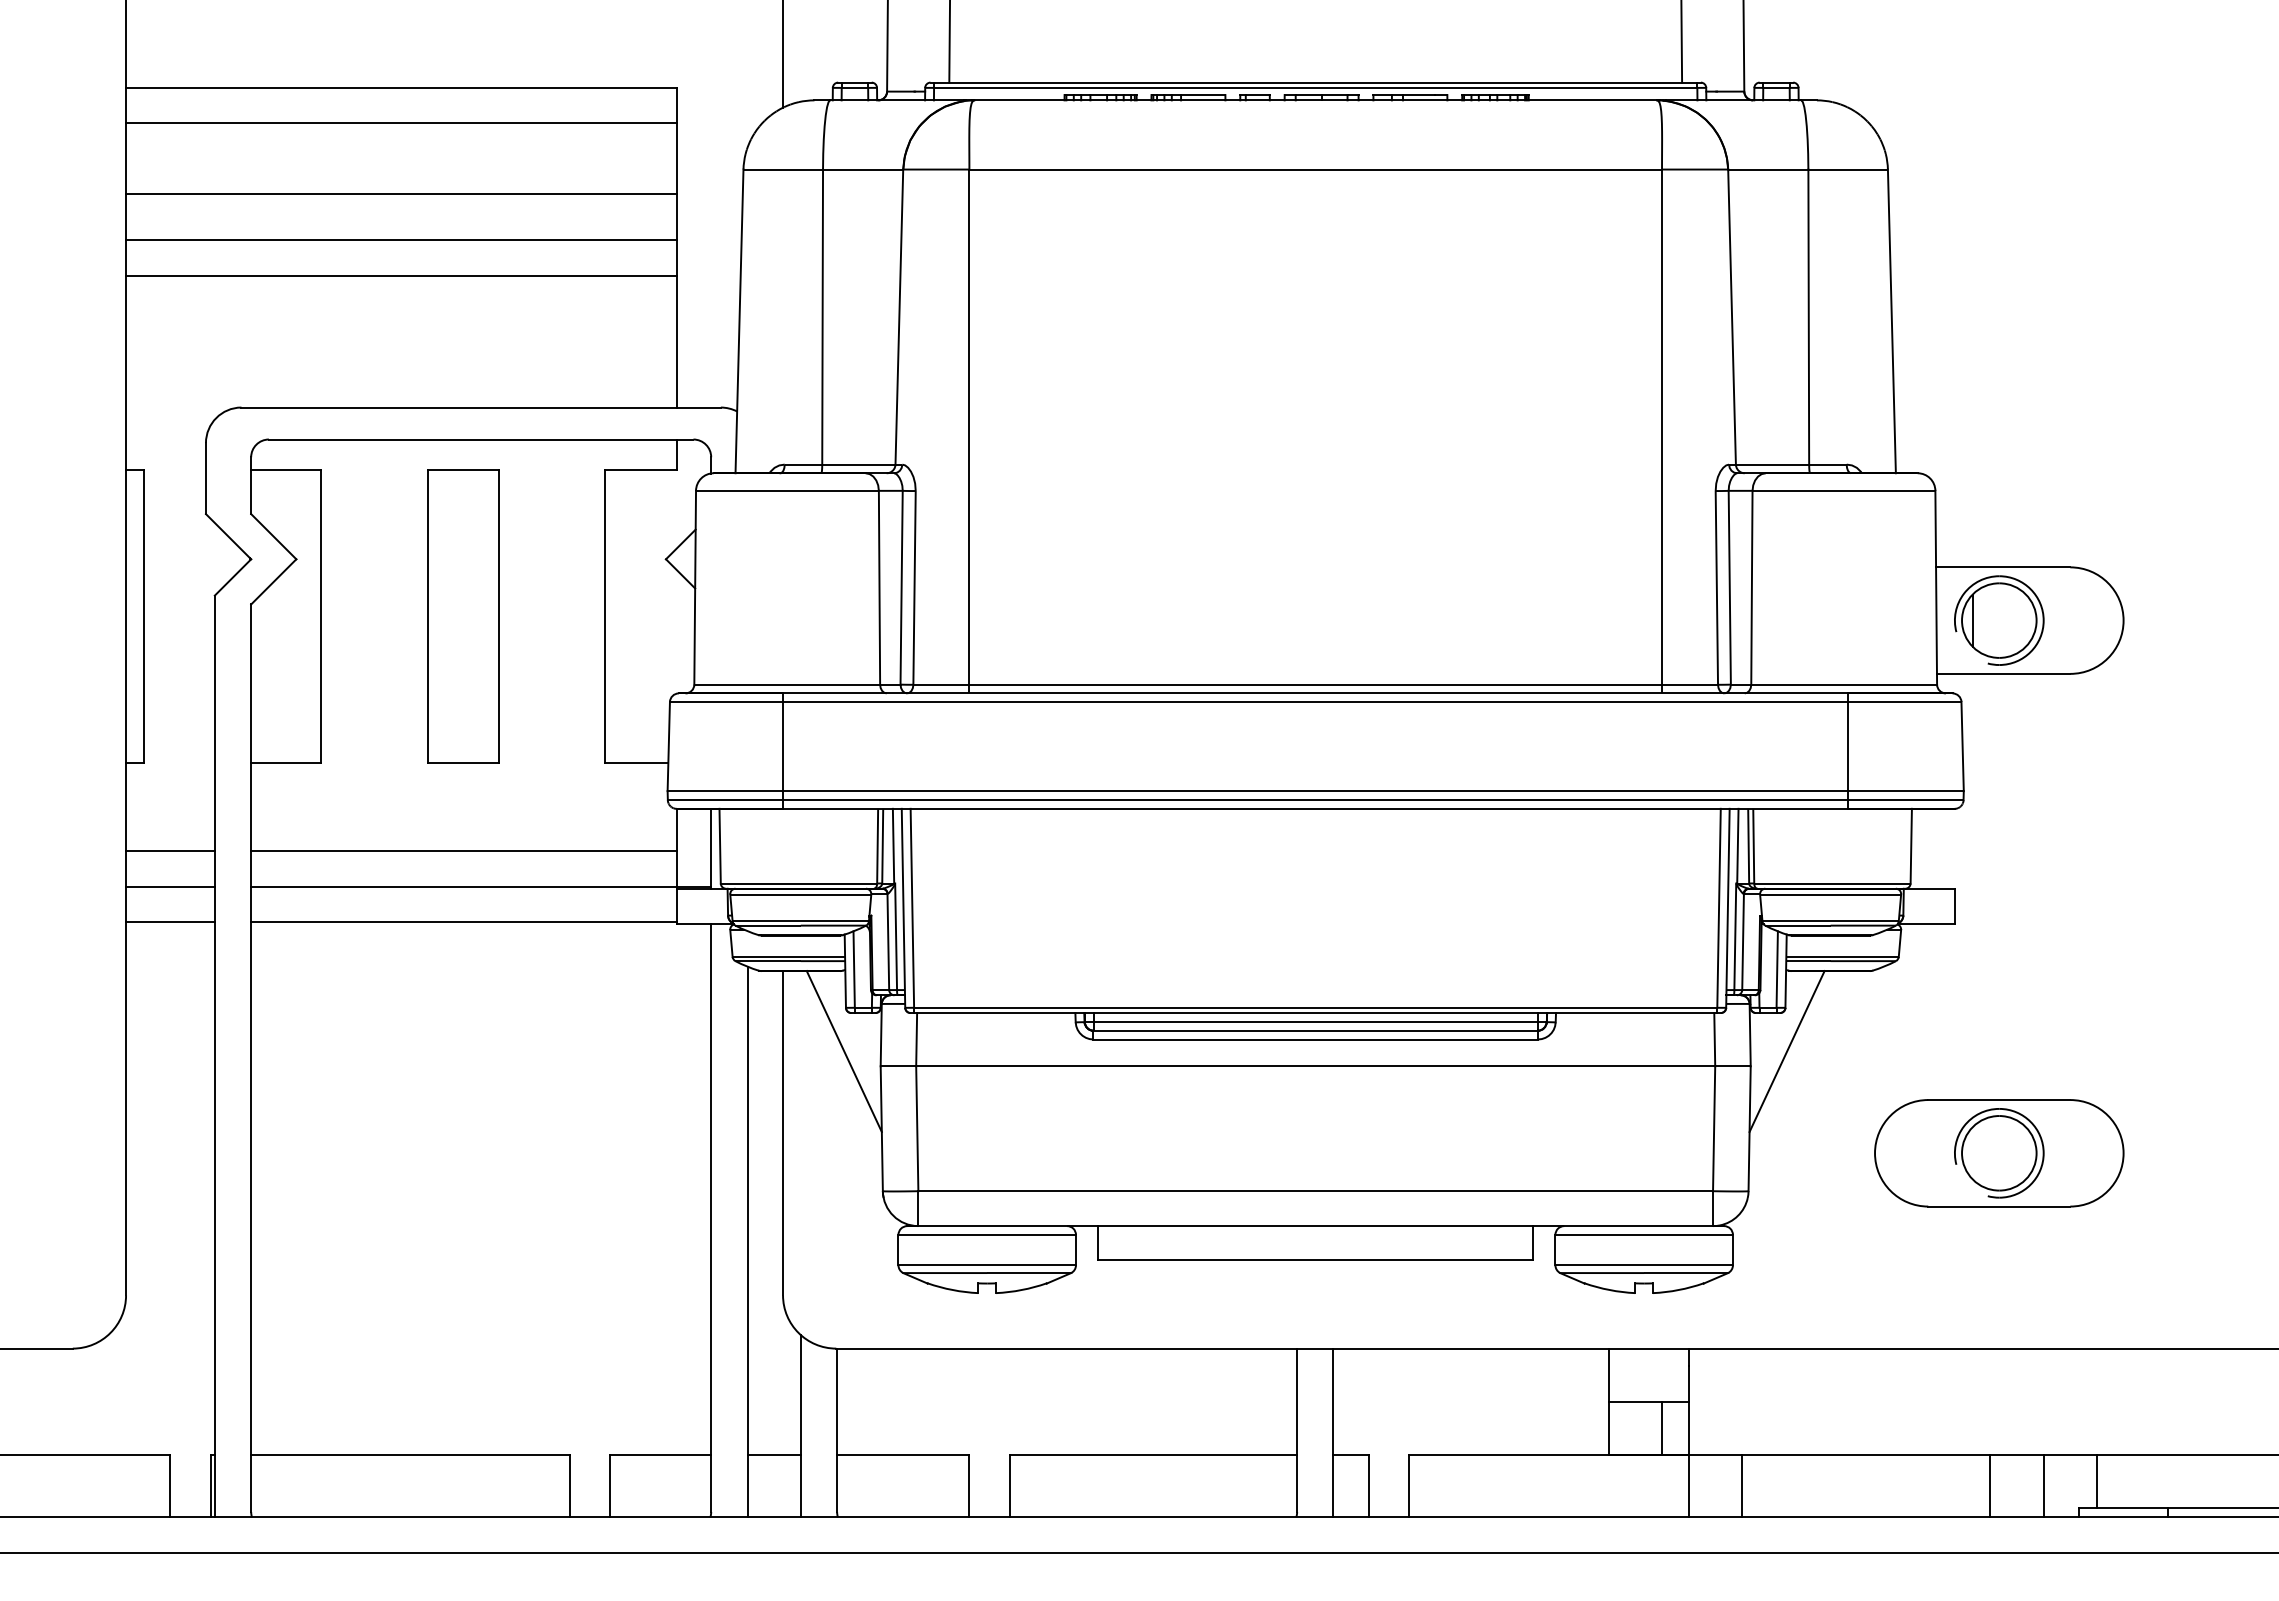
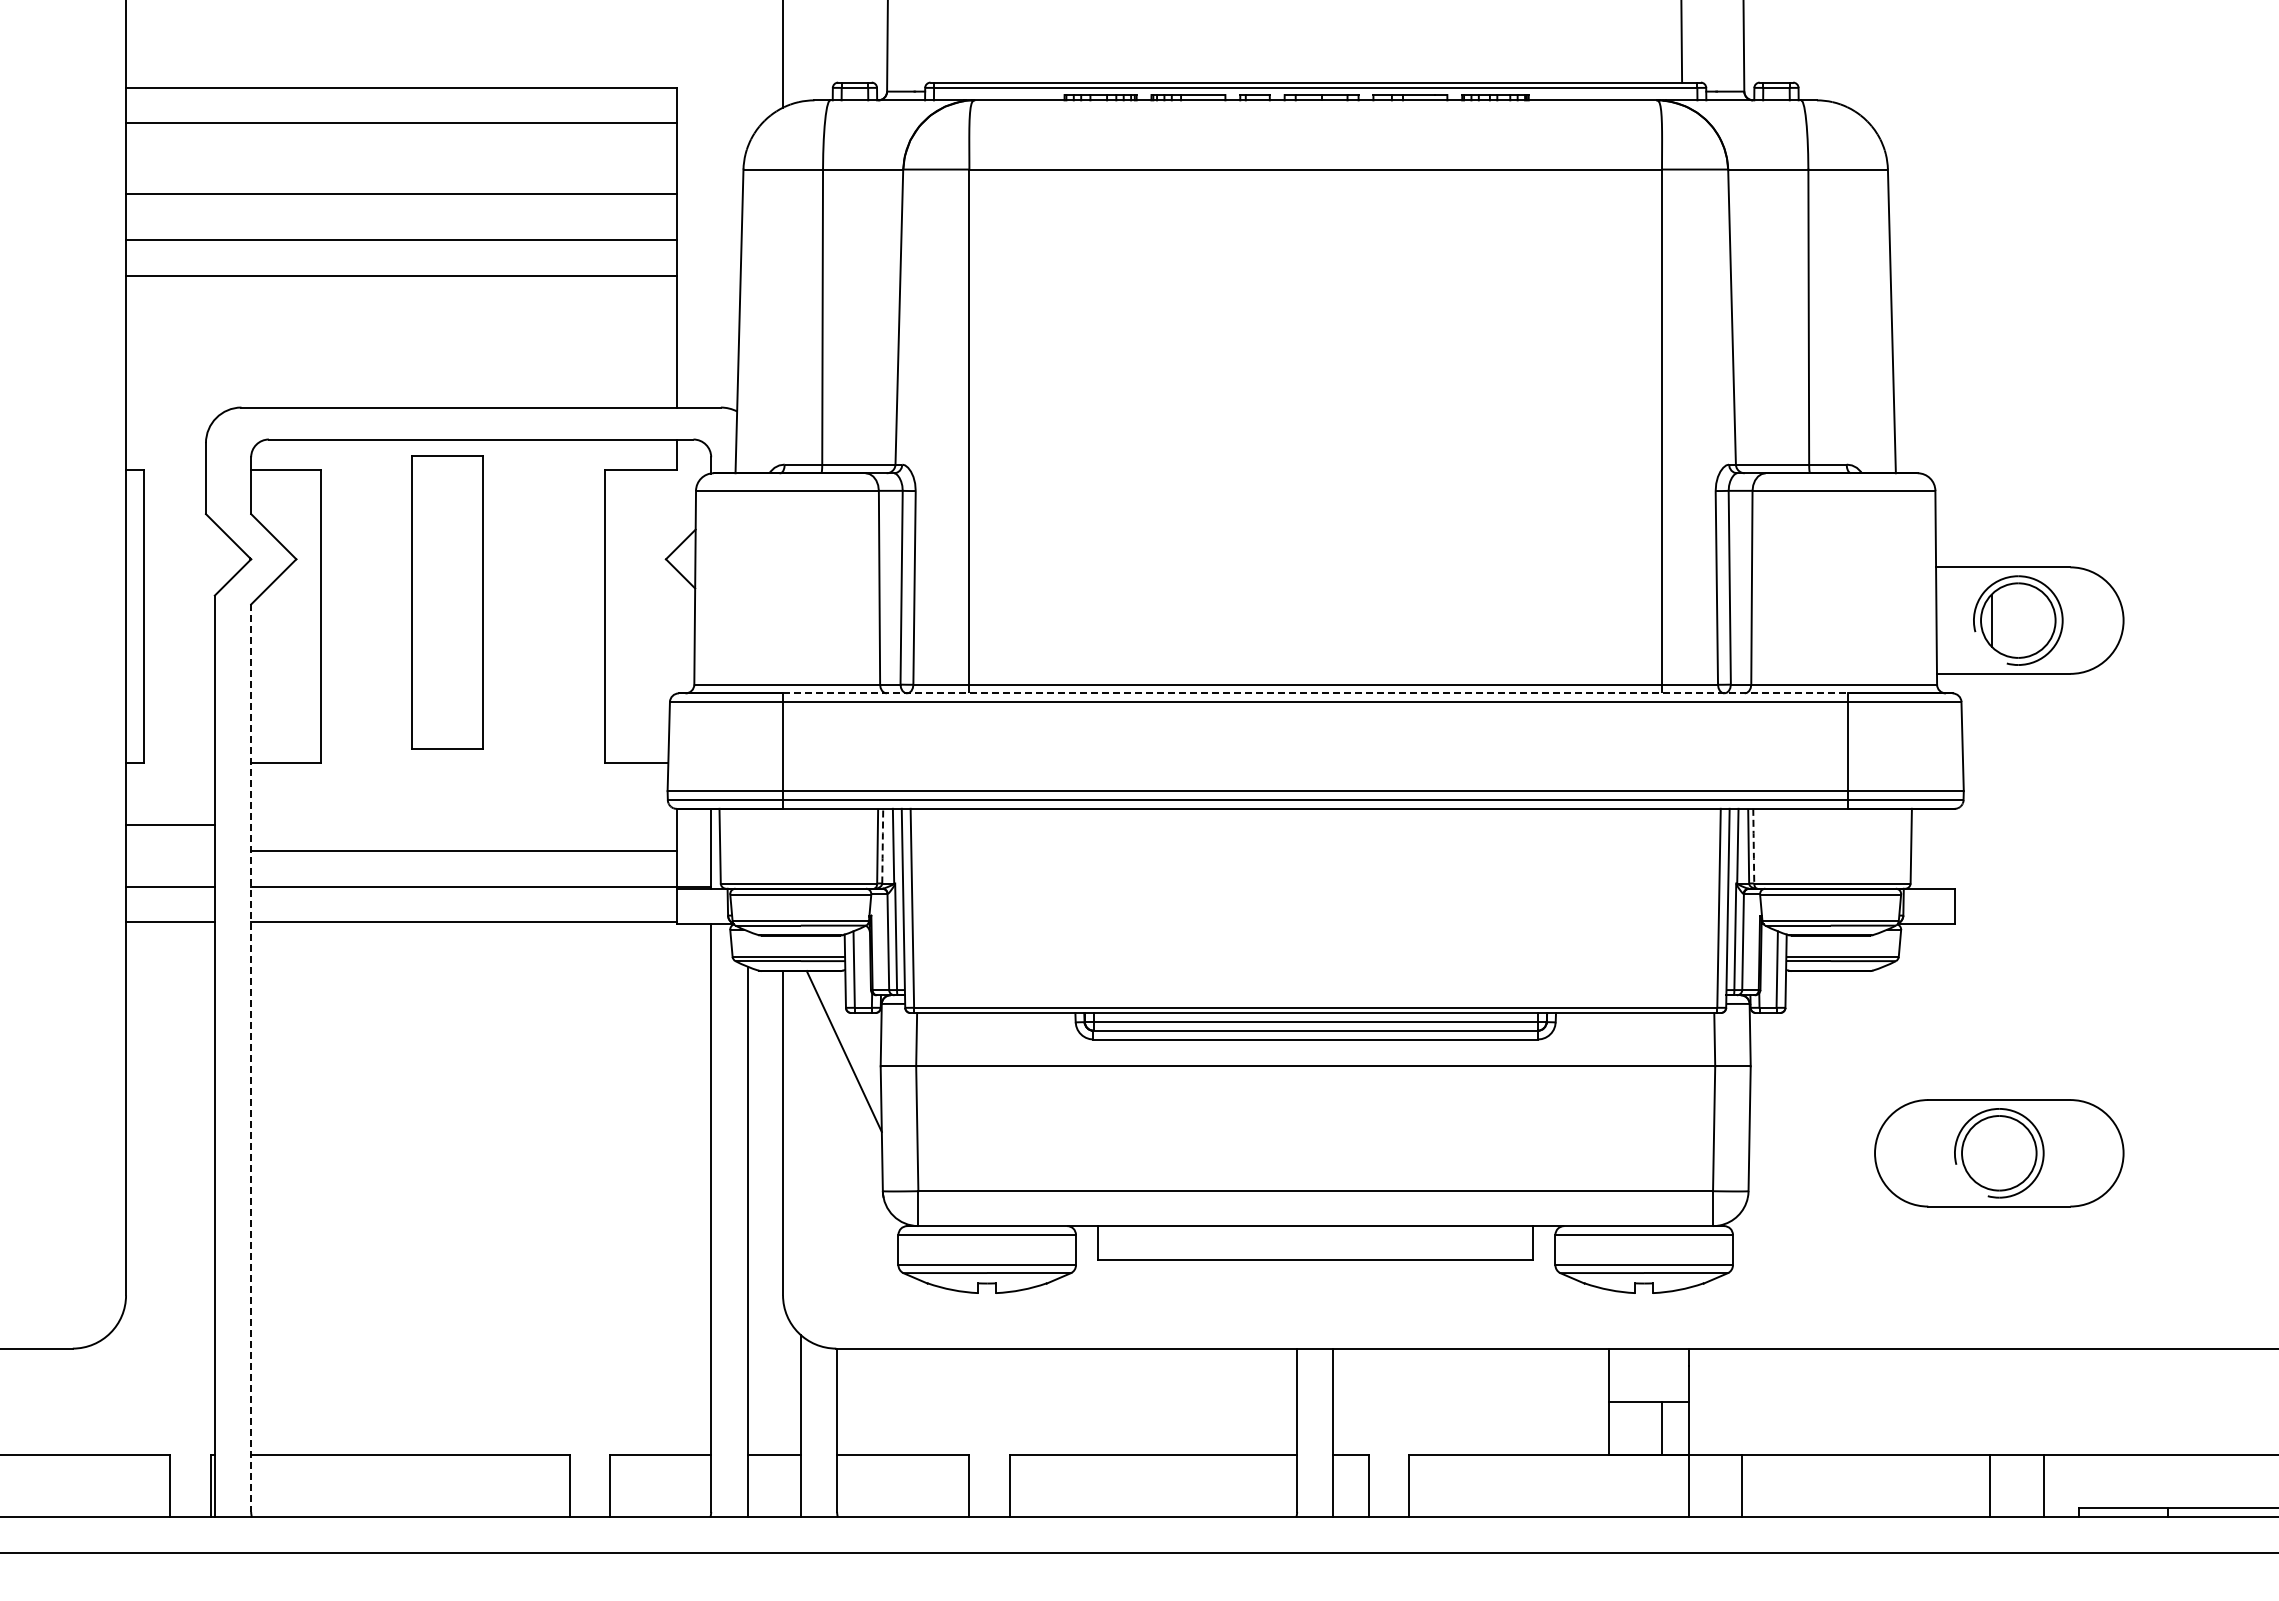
line at (949, 42): present -> none
part at (463, 616) position: (463, 616) -> (447, 602)
part at (1999, 620) position: (1999, 620) -> (2018, 620)
line at (1315, 693): solid -> dashed
line at (882, 846): solid -> dashed
line at (1753, 846): solid -> dashed
line at (170, 851) position: (170, 851) -> (170, 825)
line at (1786, 1051): present -> none
line at (251, 1058): solid -> dashed
line at (2096, 1481): present -> none
